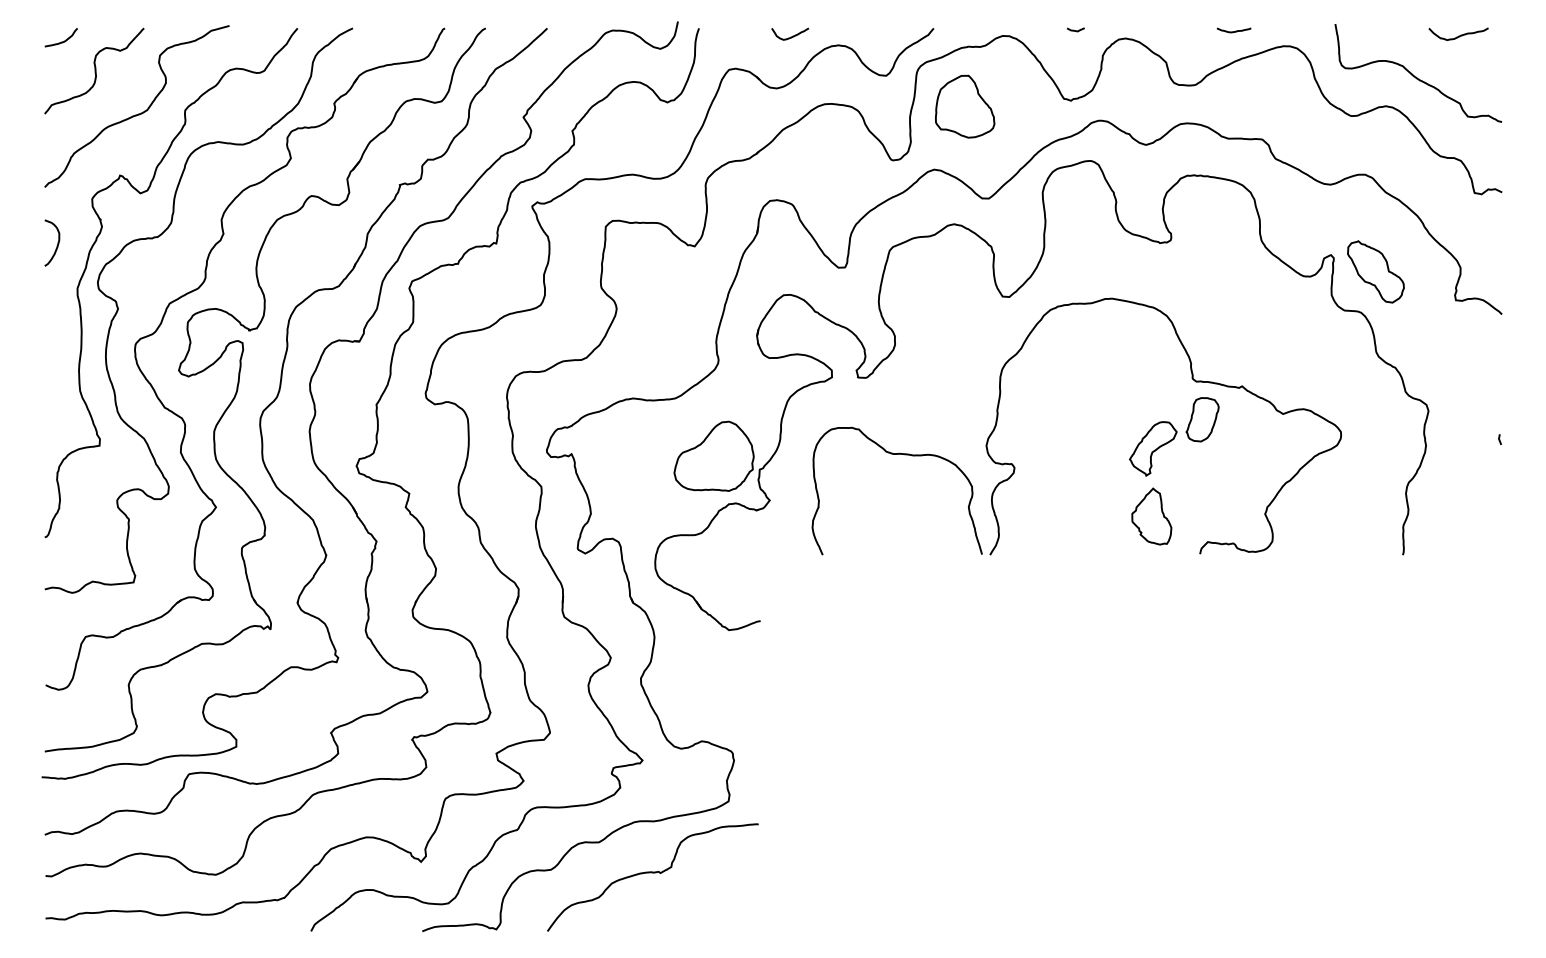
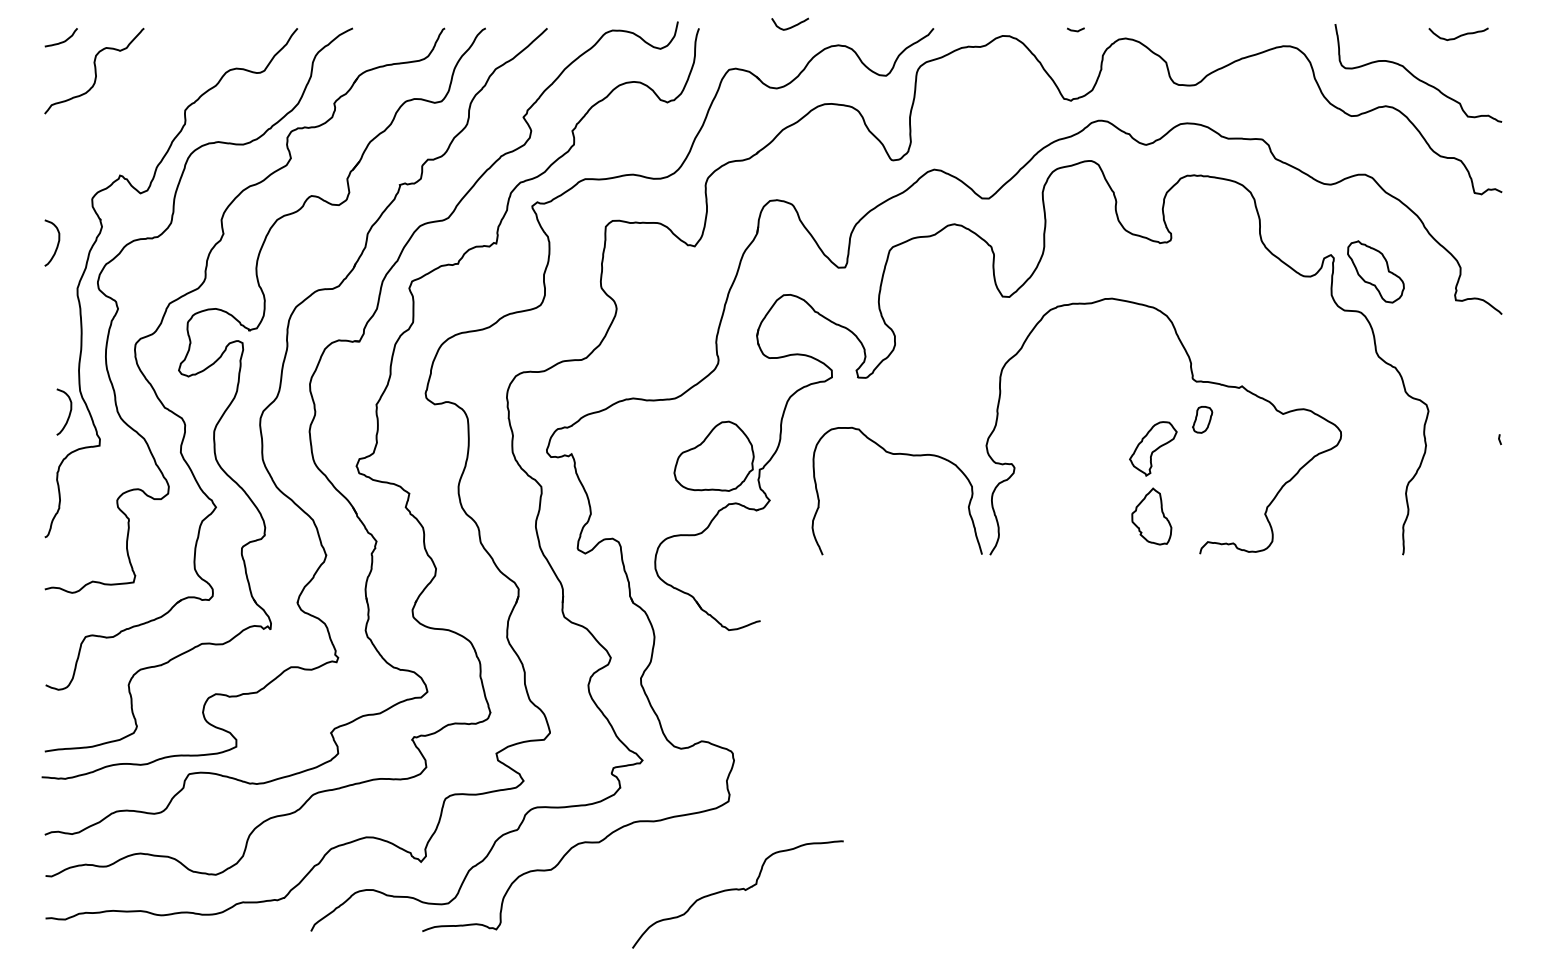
curve at (1233, 31): present -> none
curve at (790, 36) position: (790, 36) -> (790, 26)
part at (965, 106): present -> none
curve at (140, 112): present -> none
curve at (69, 411): none -> present
part at (1202, 419) size: 35x46 px -> 22x28 px
curve at (652, 873) position: (652, 873) -> (737, 890)
